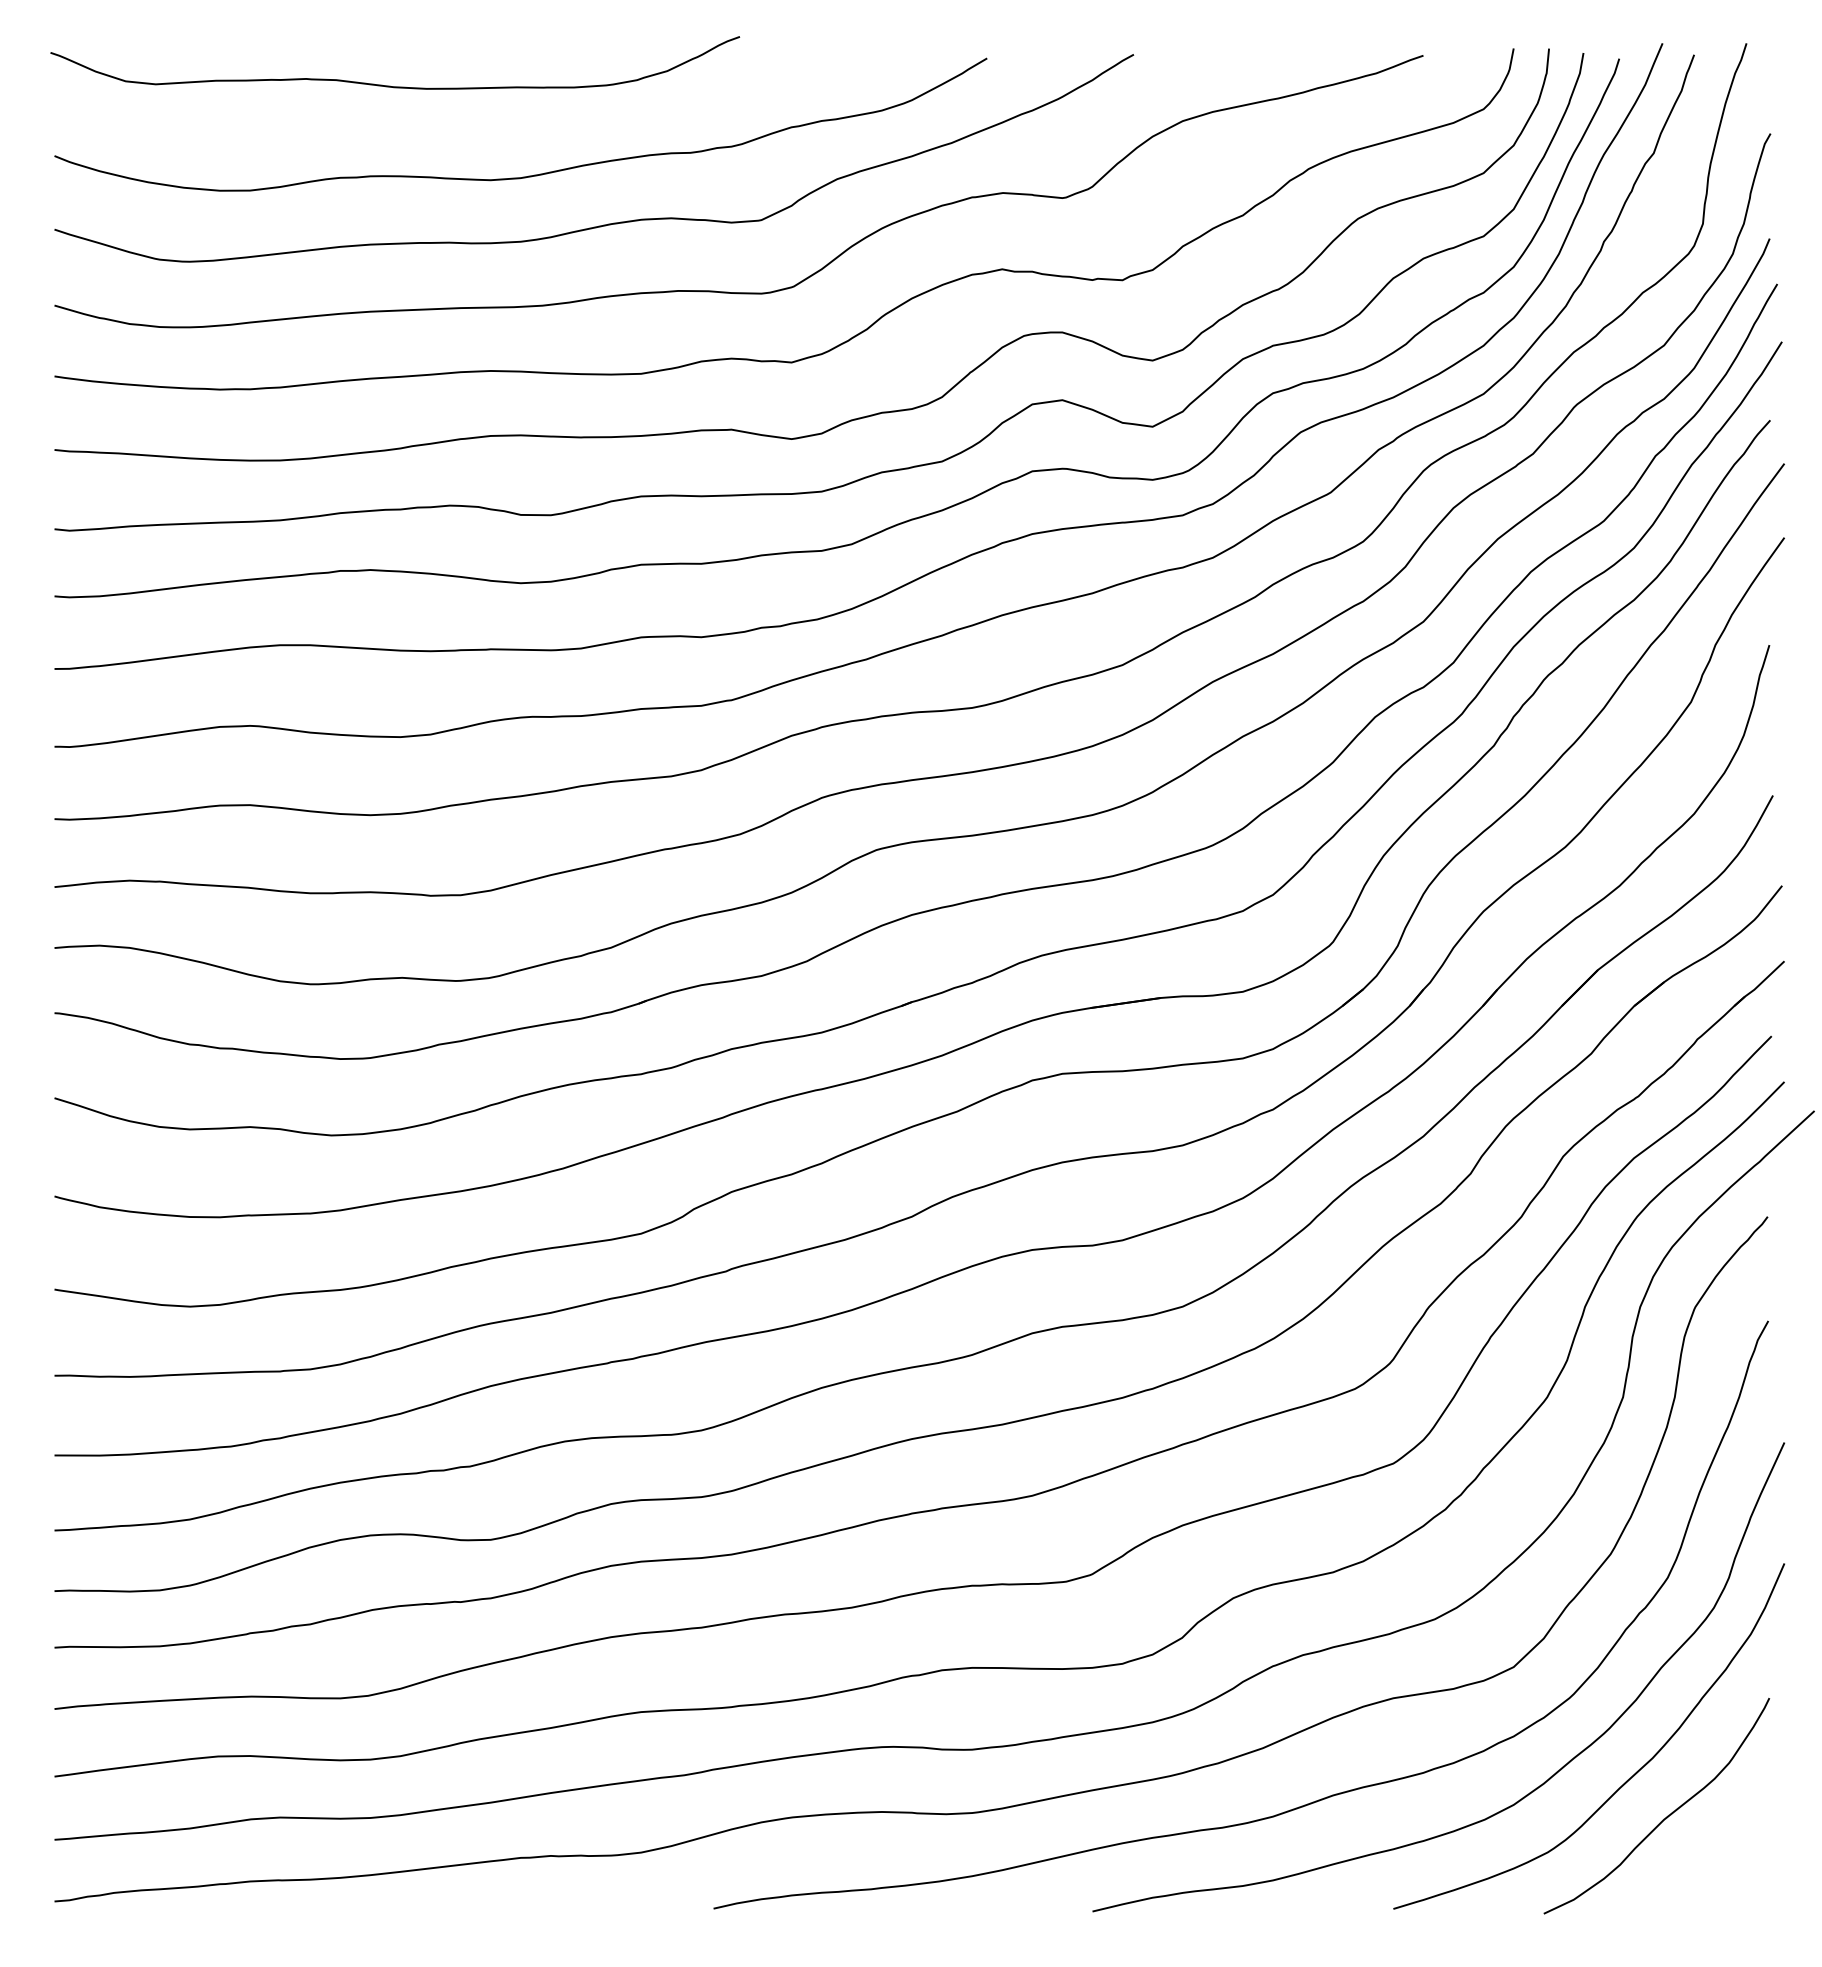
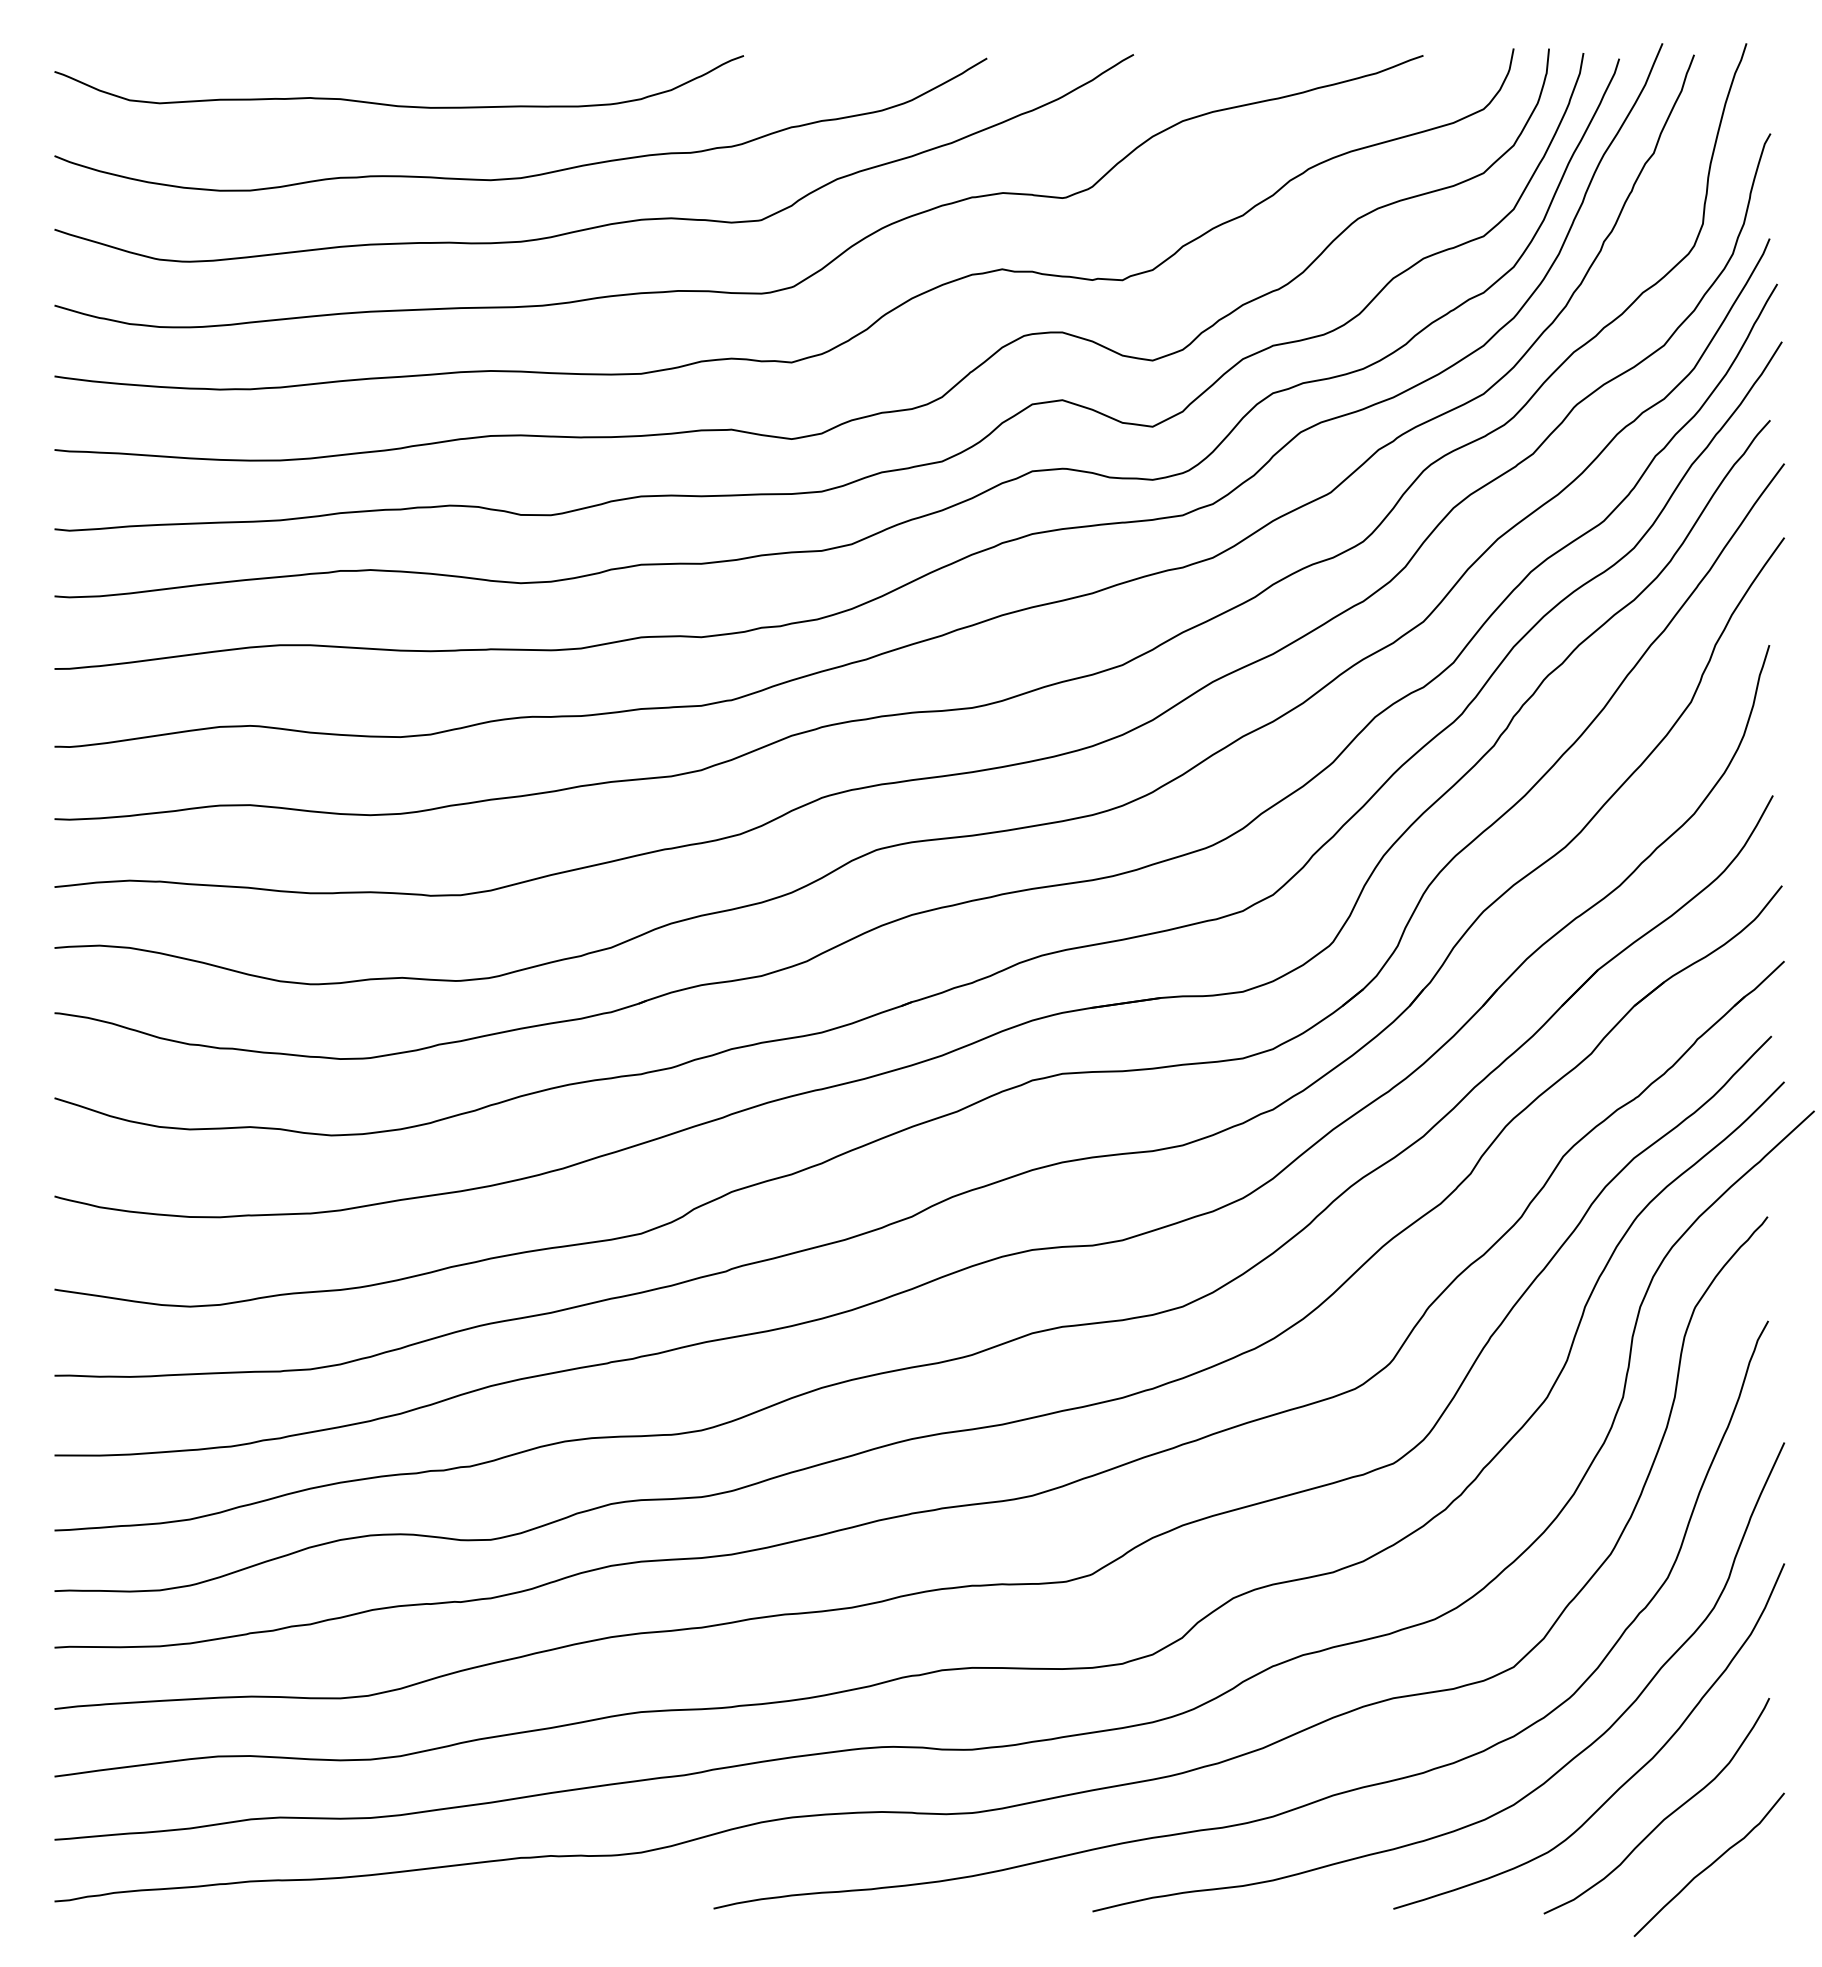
curve at (390, 85) position: (390, 85) -> (394, 104)
curve at (1709, 1864): none -> present
